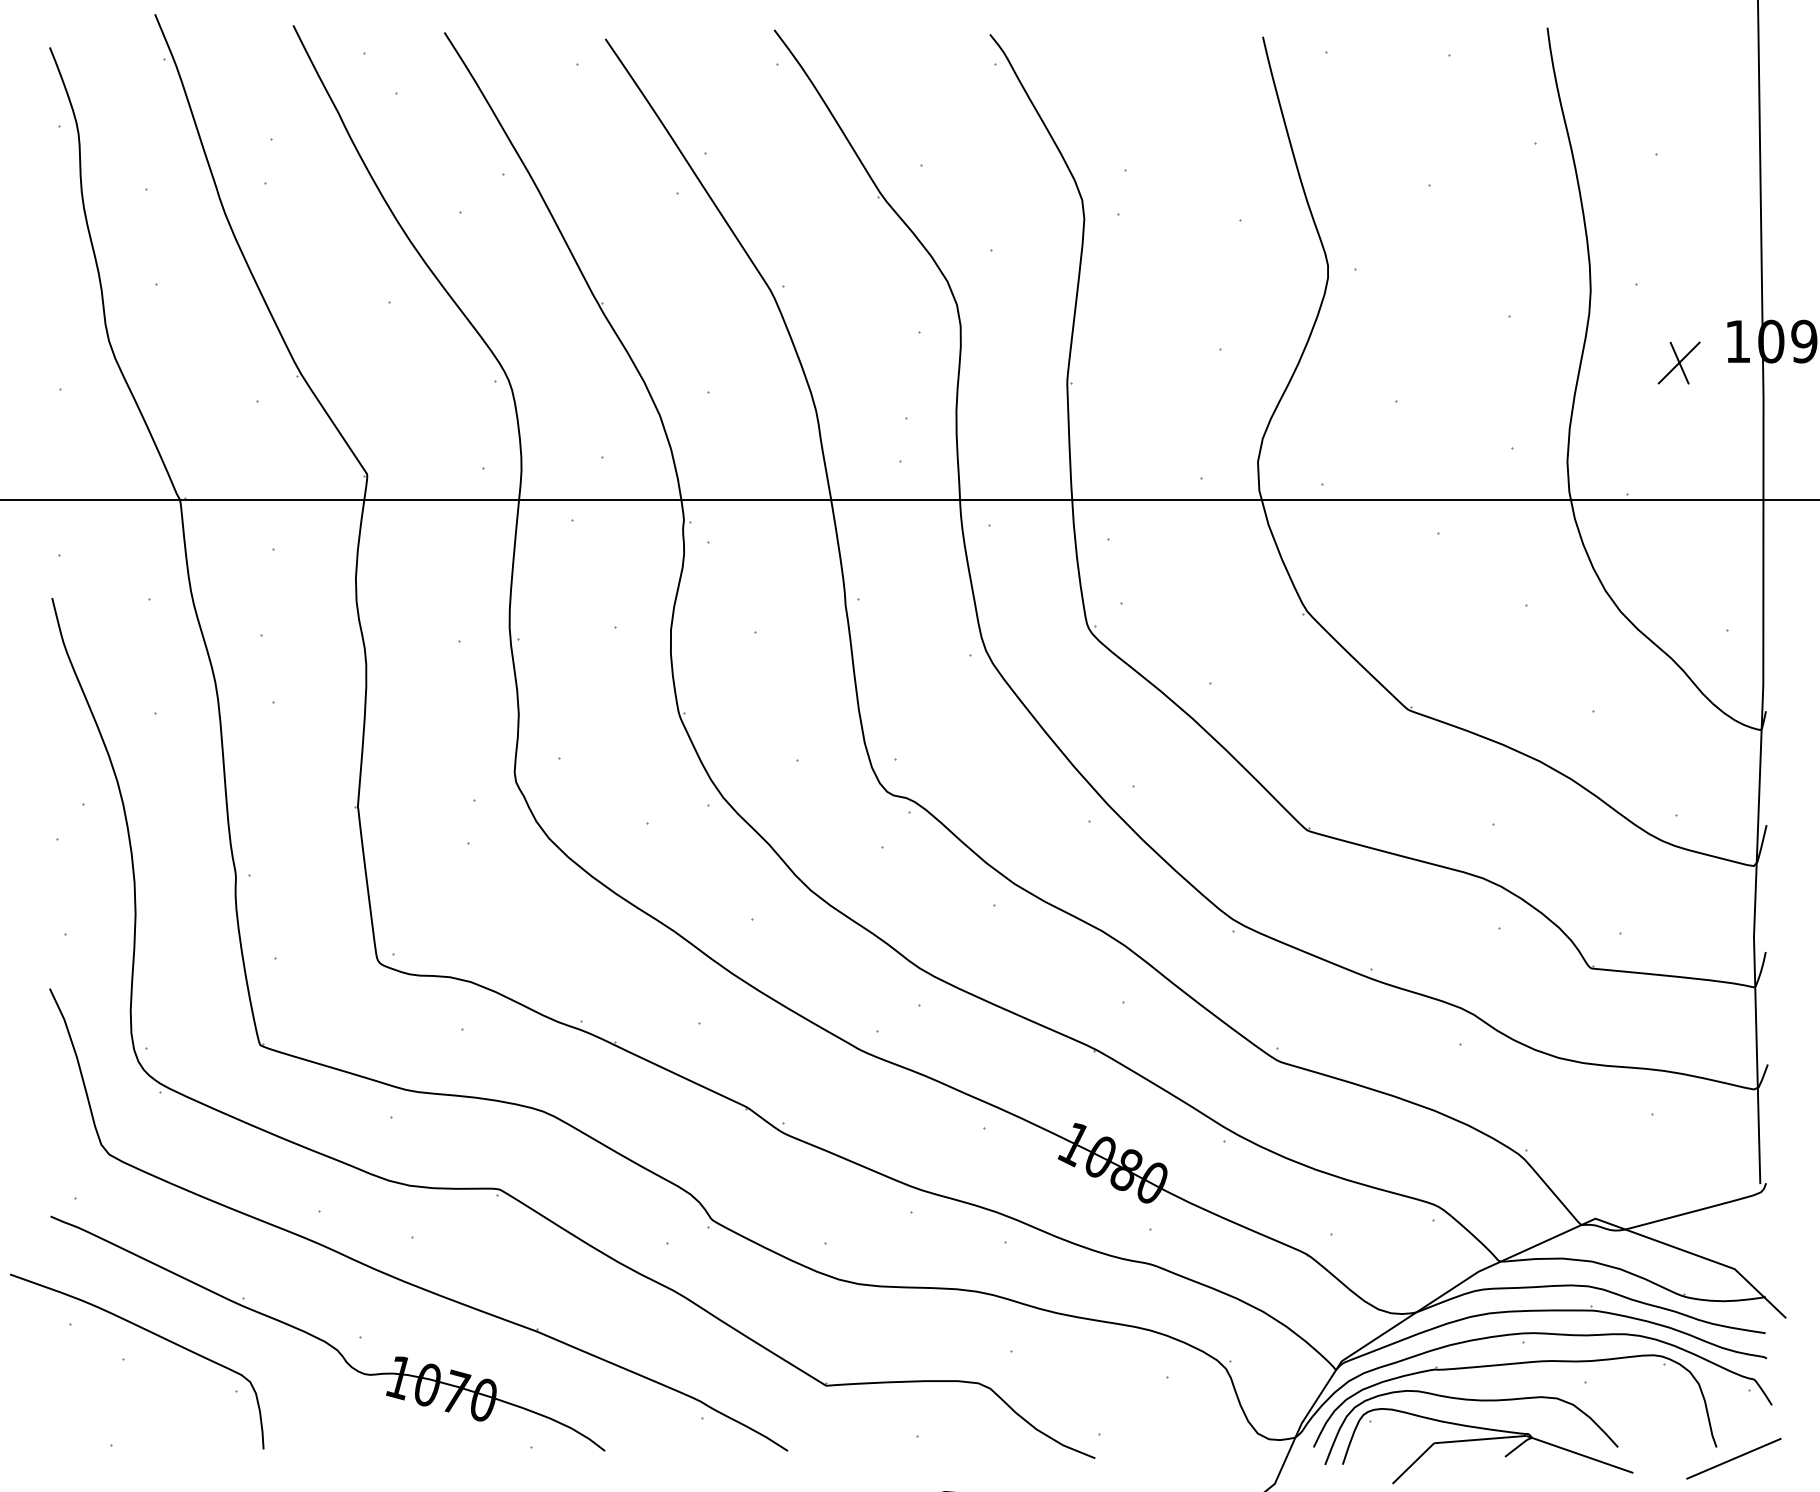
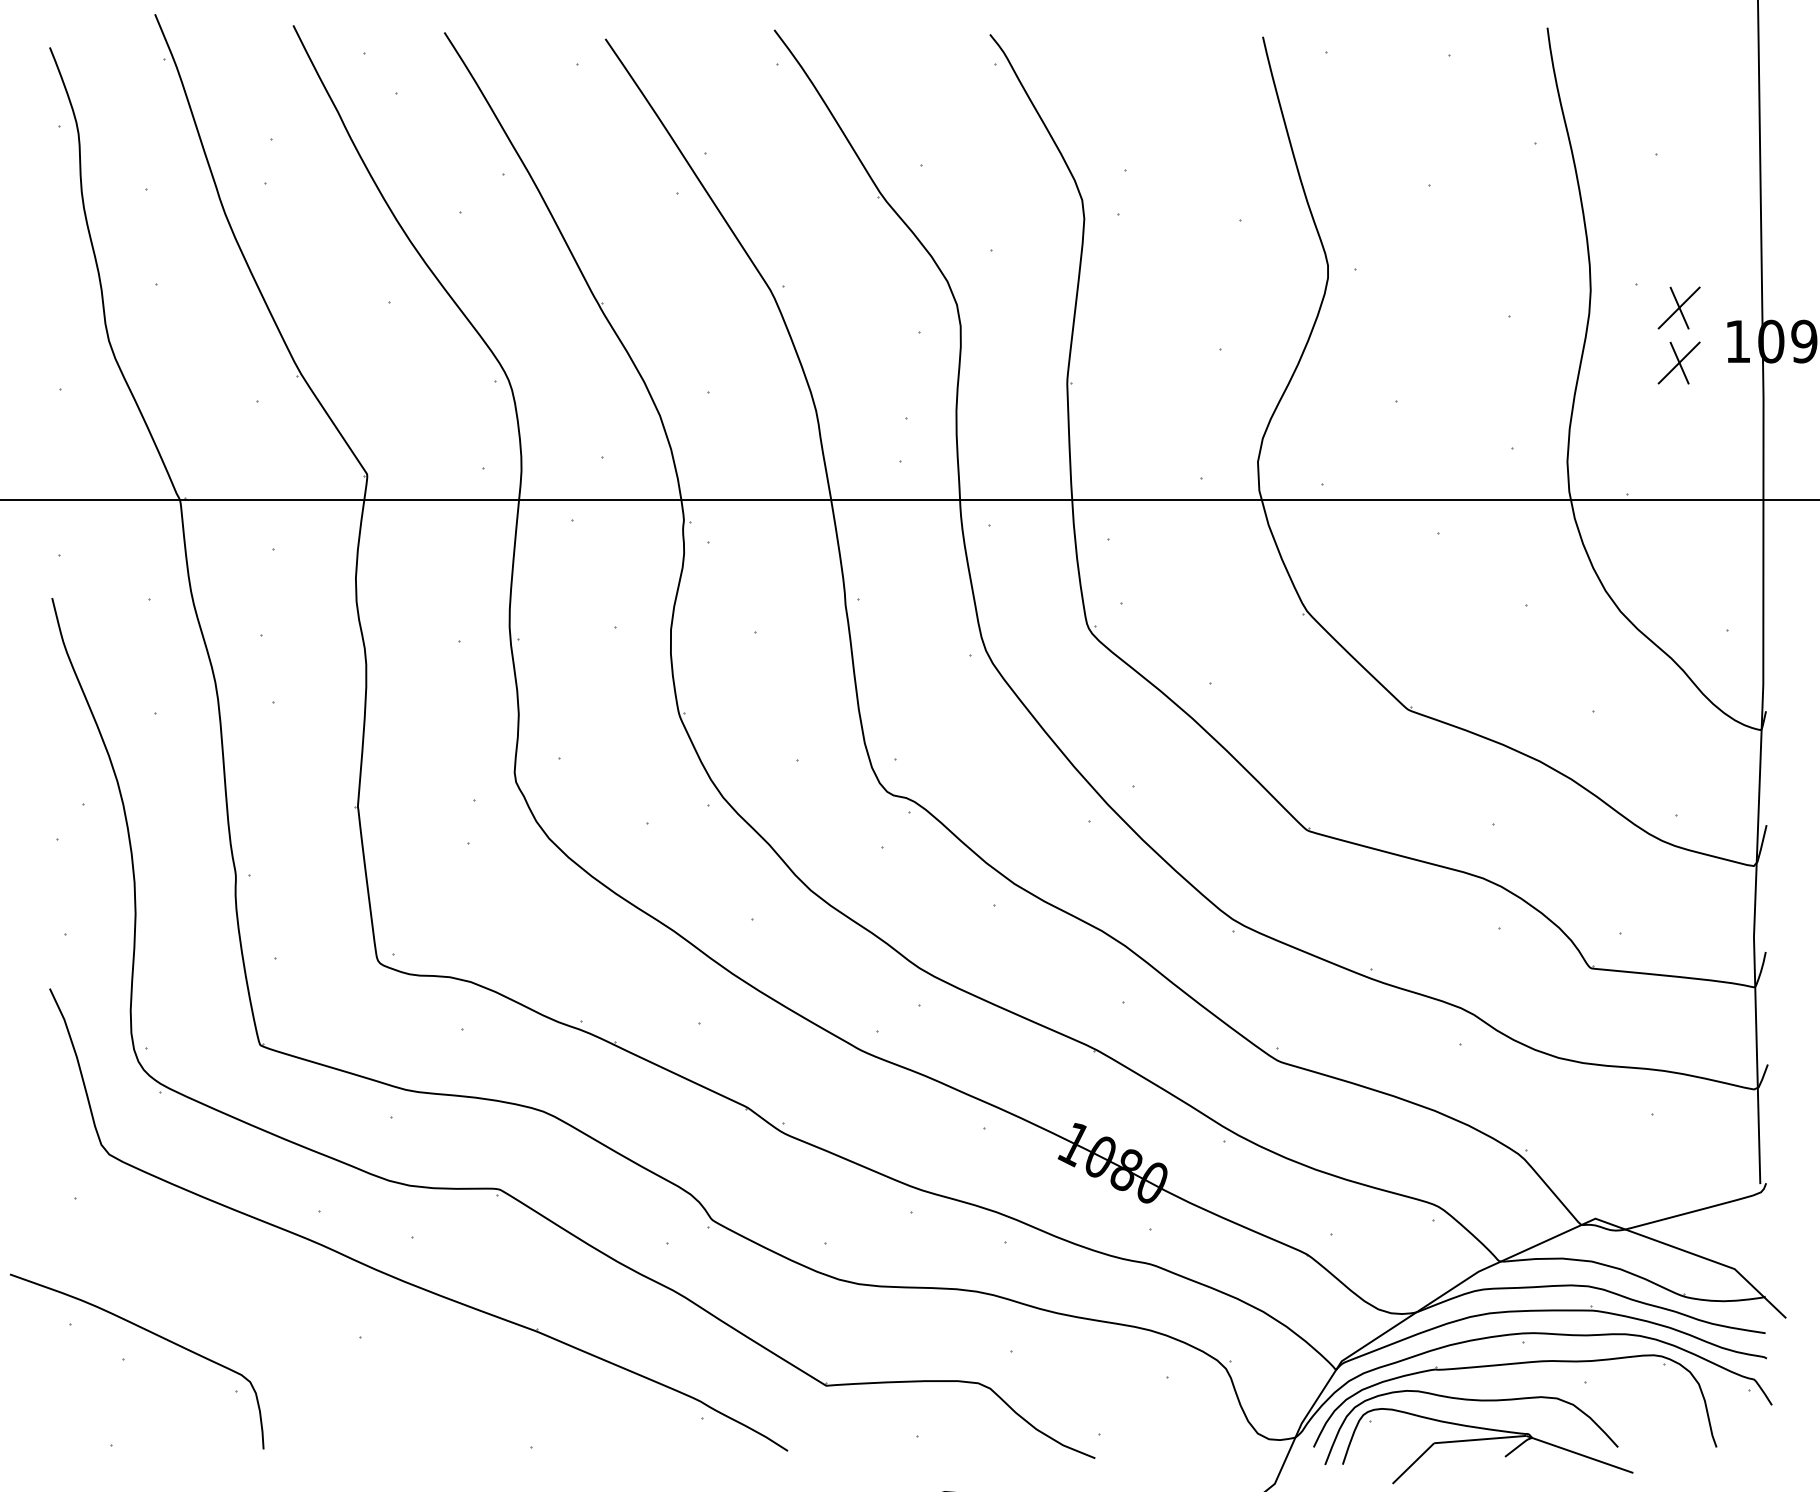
part at (1678, 307): none -> present
part at (324, 1340): present -> none
line at (1733, 1458): present -> none
